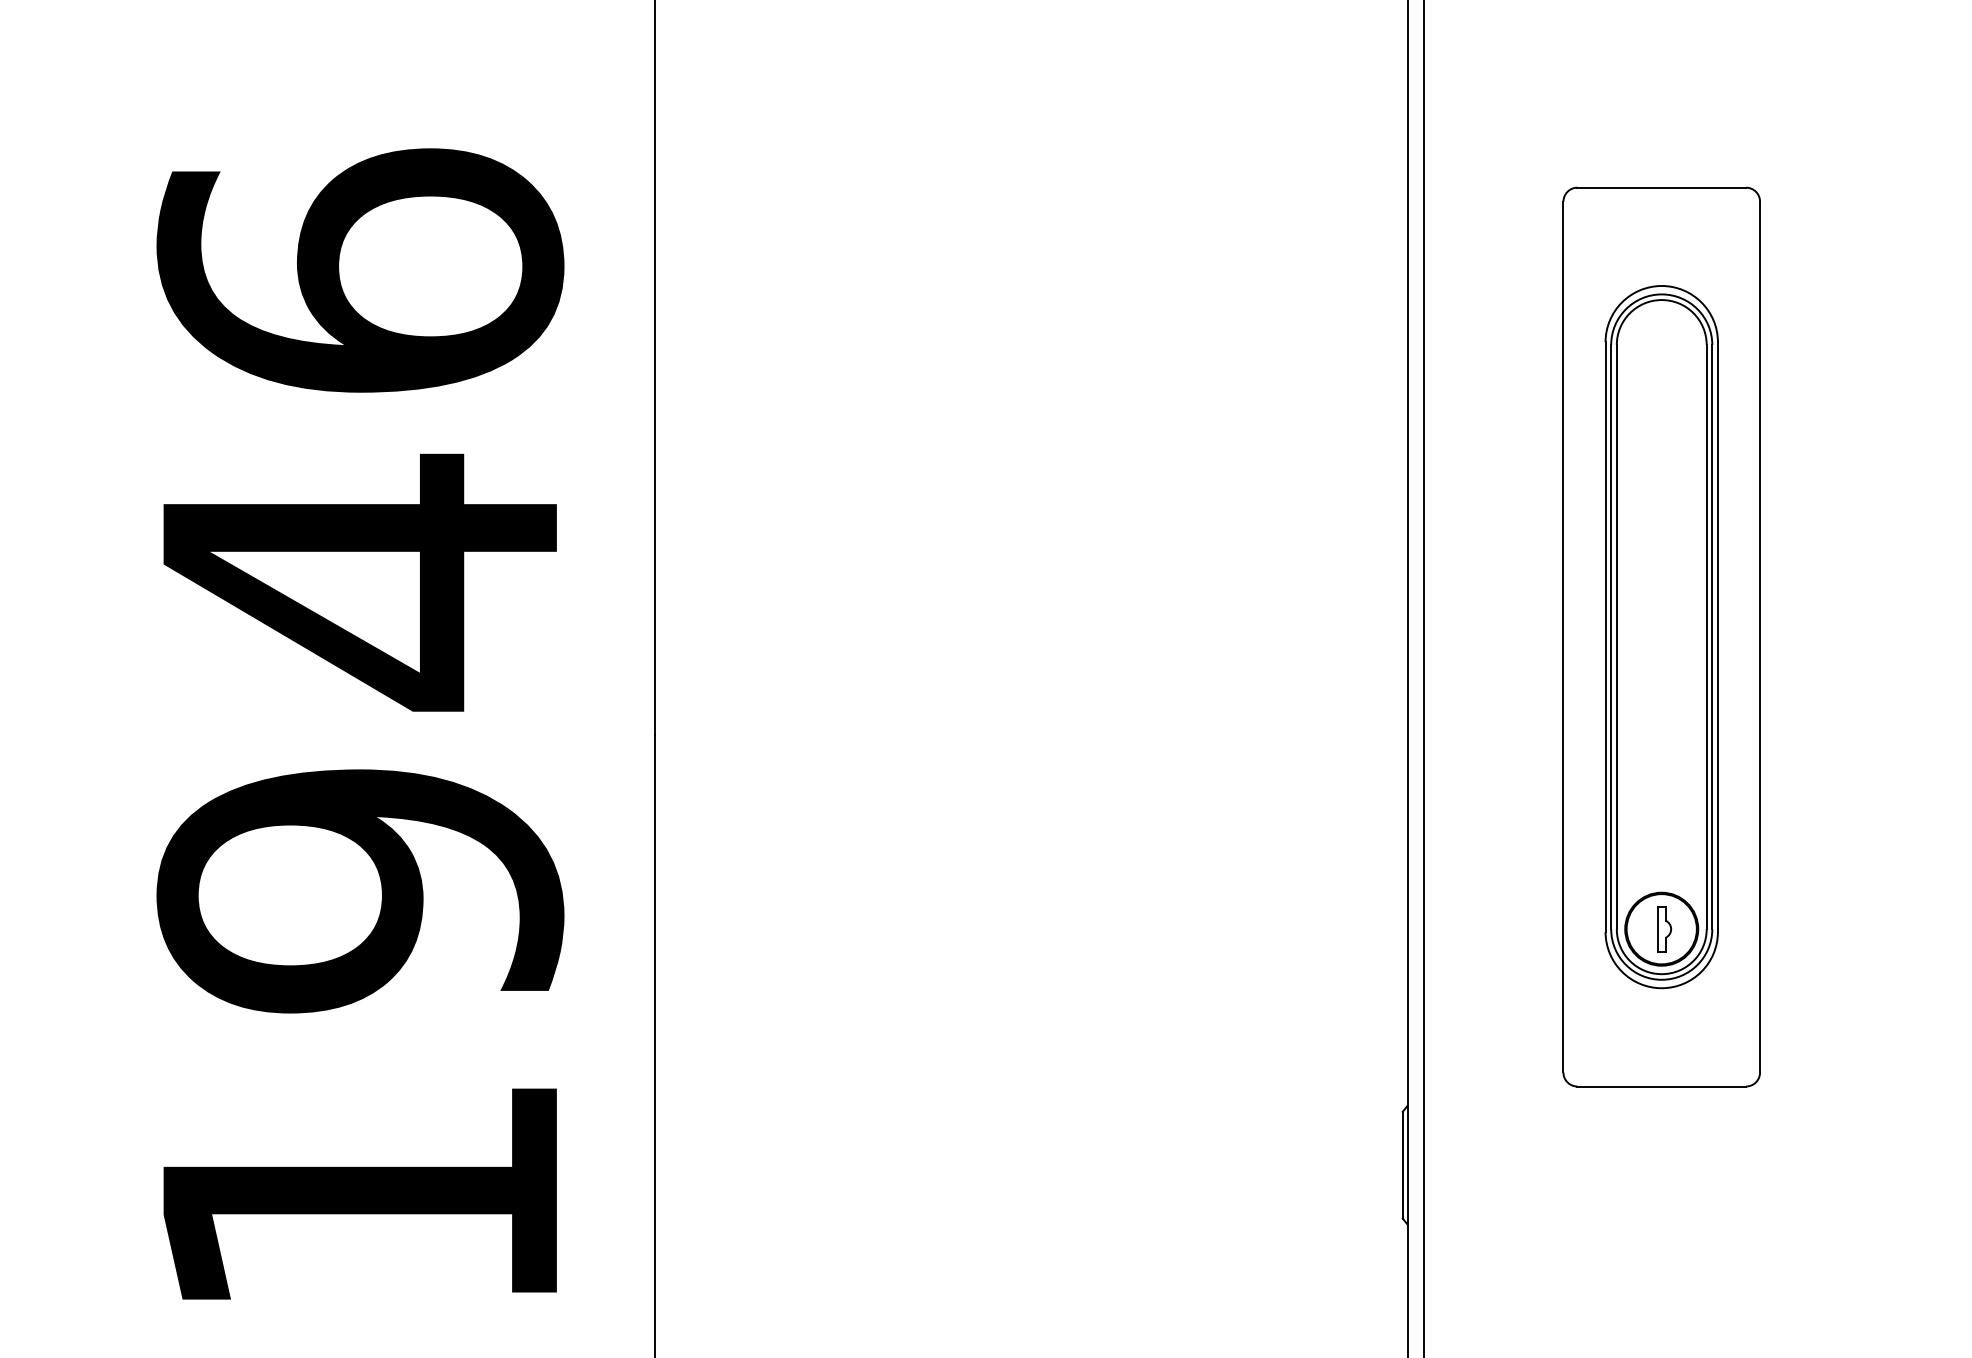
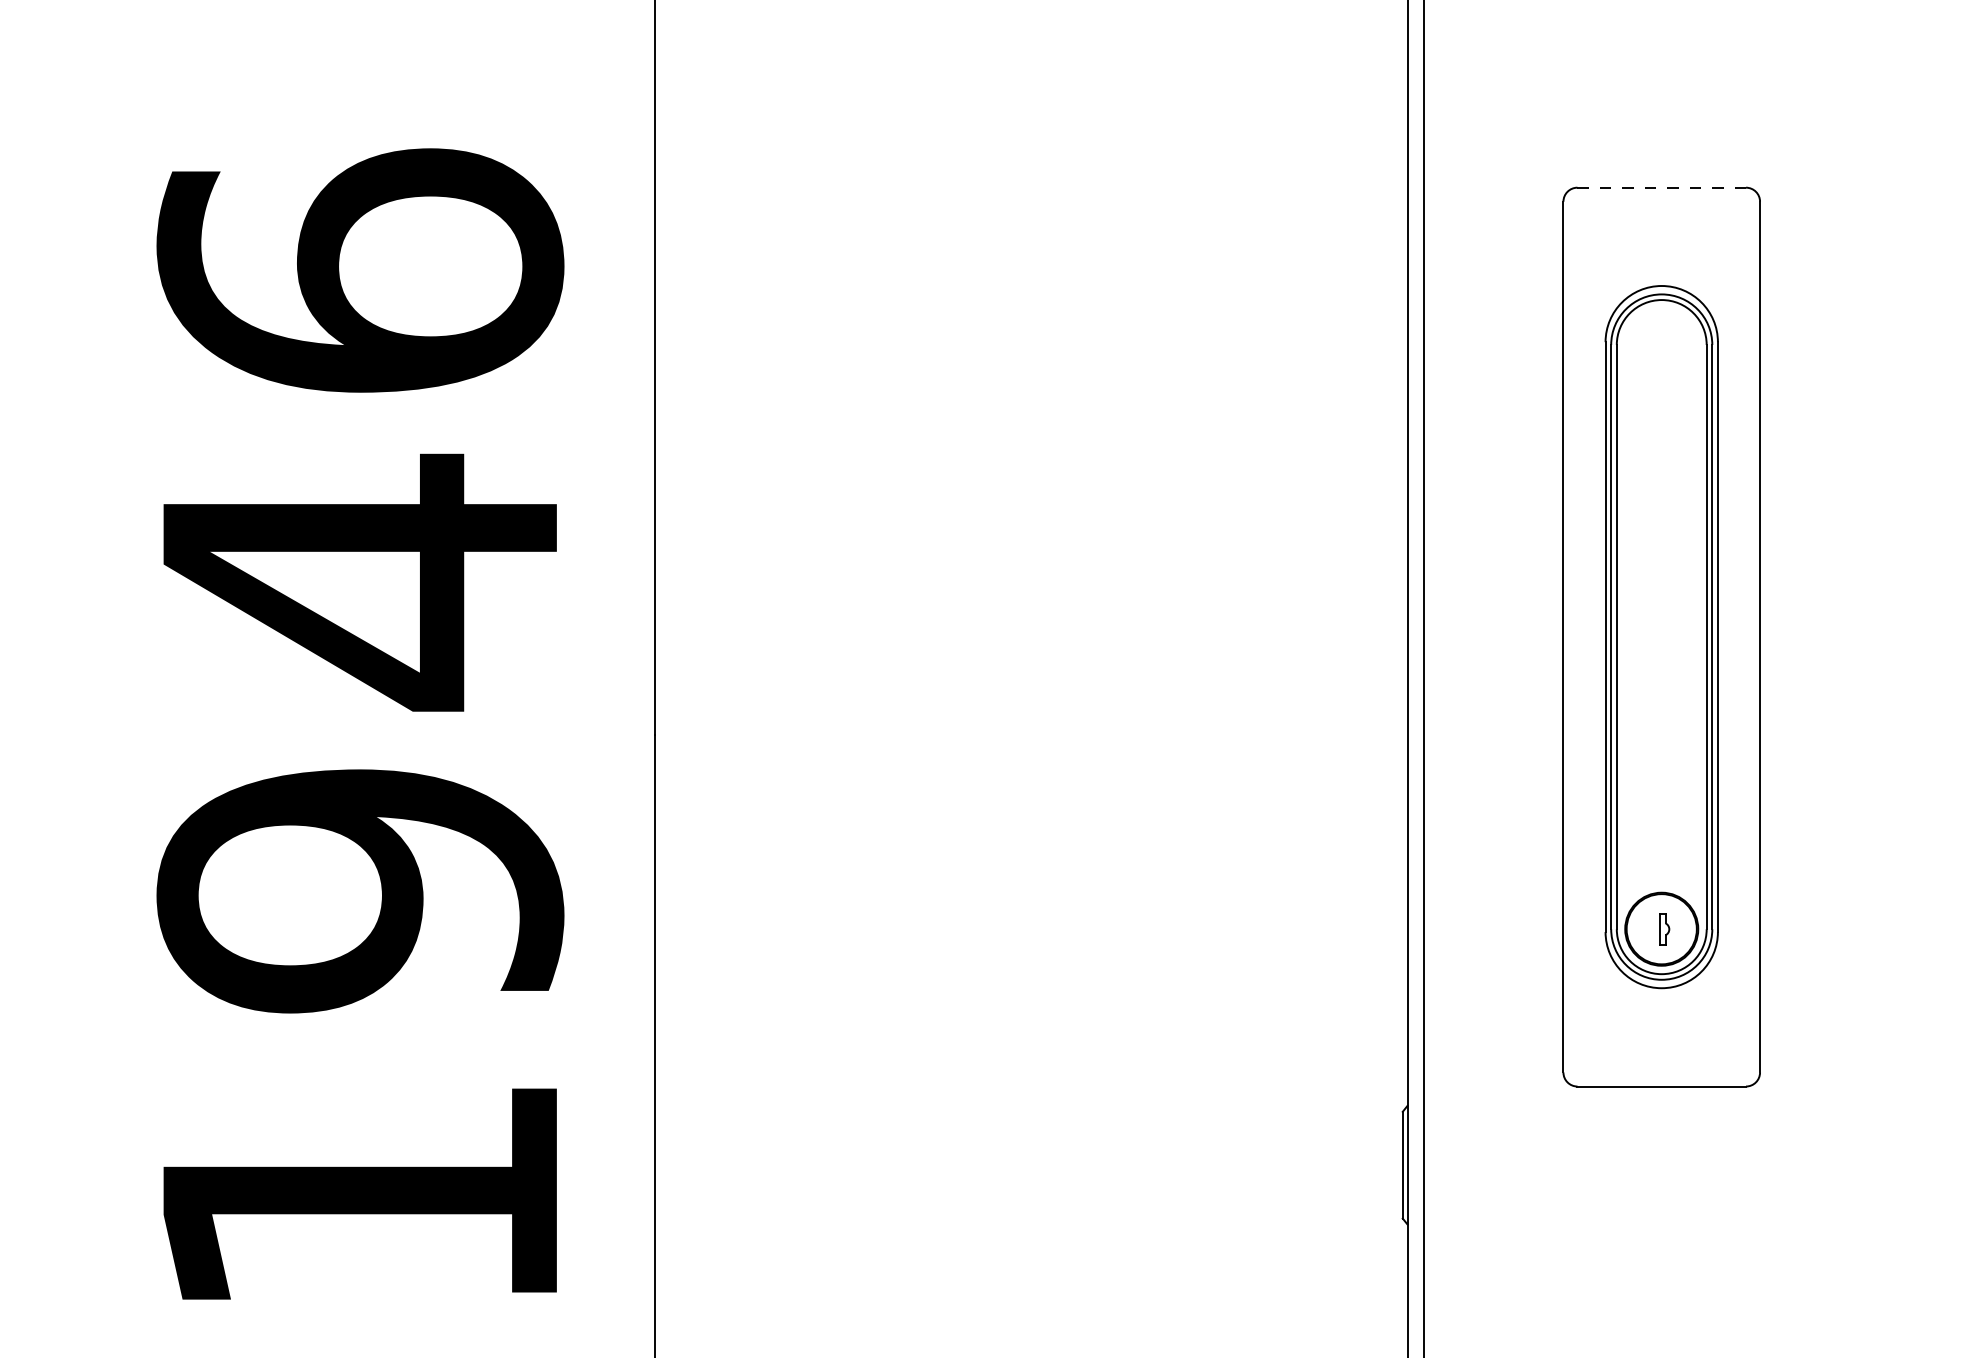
line at (1661, 187): solid -> dashed
part at (1664, 929) size: 16x47 px -> 12x33 px
